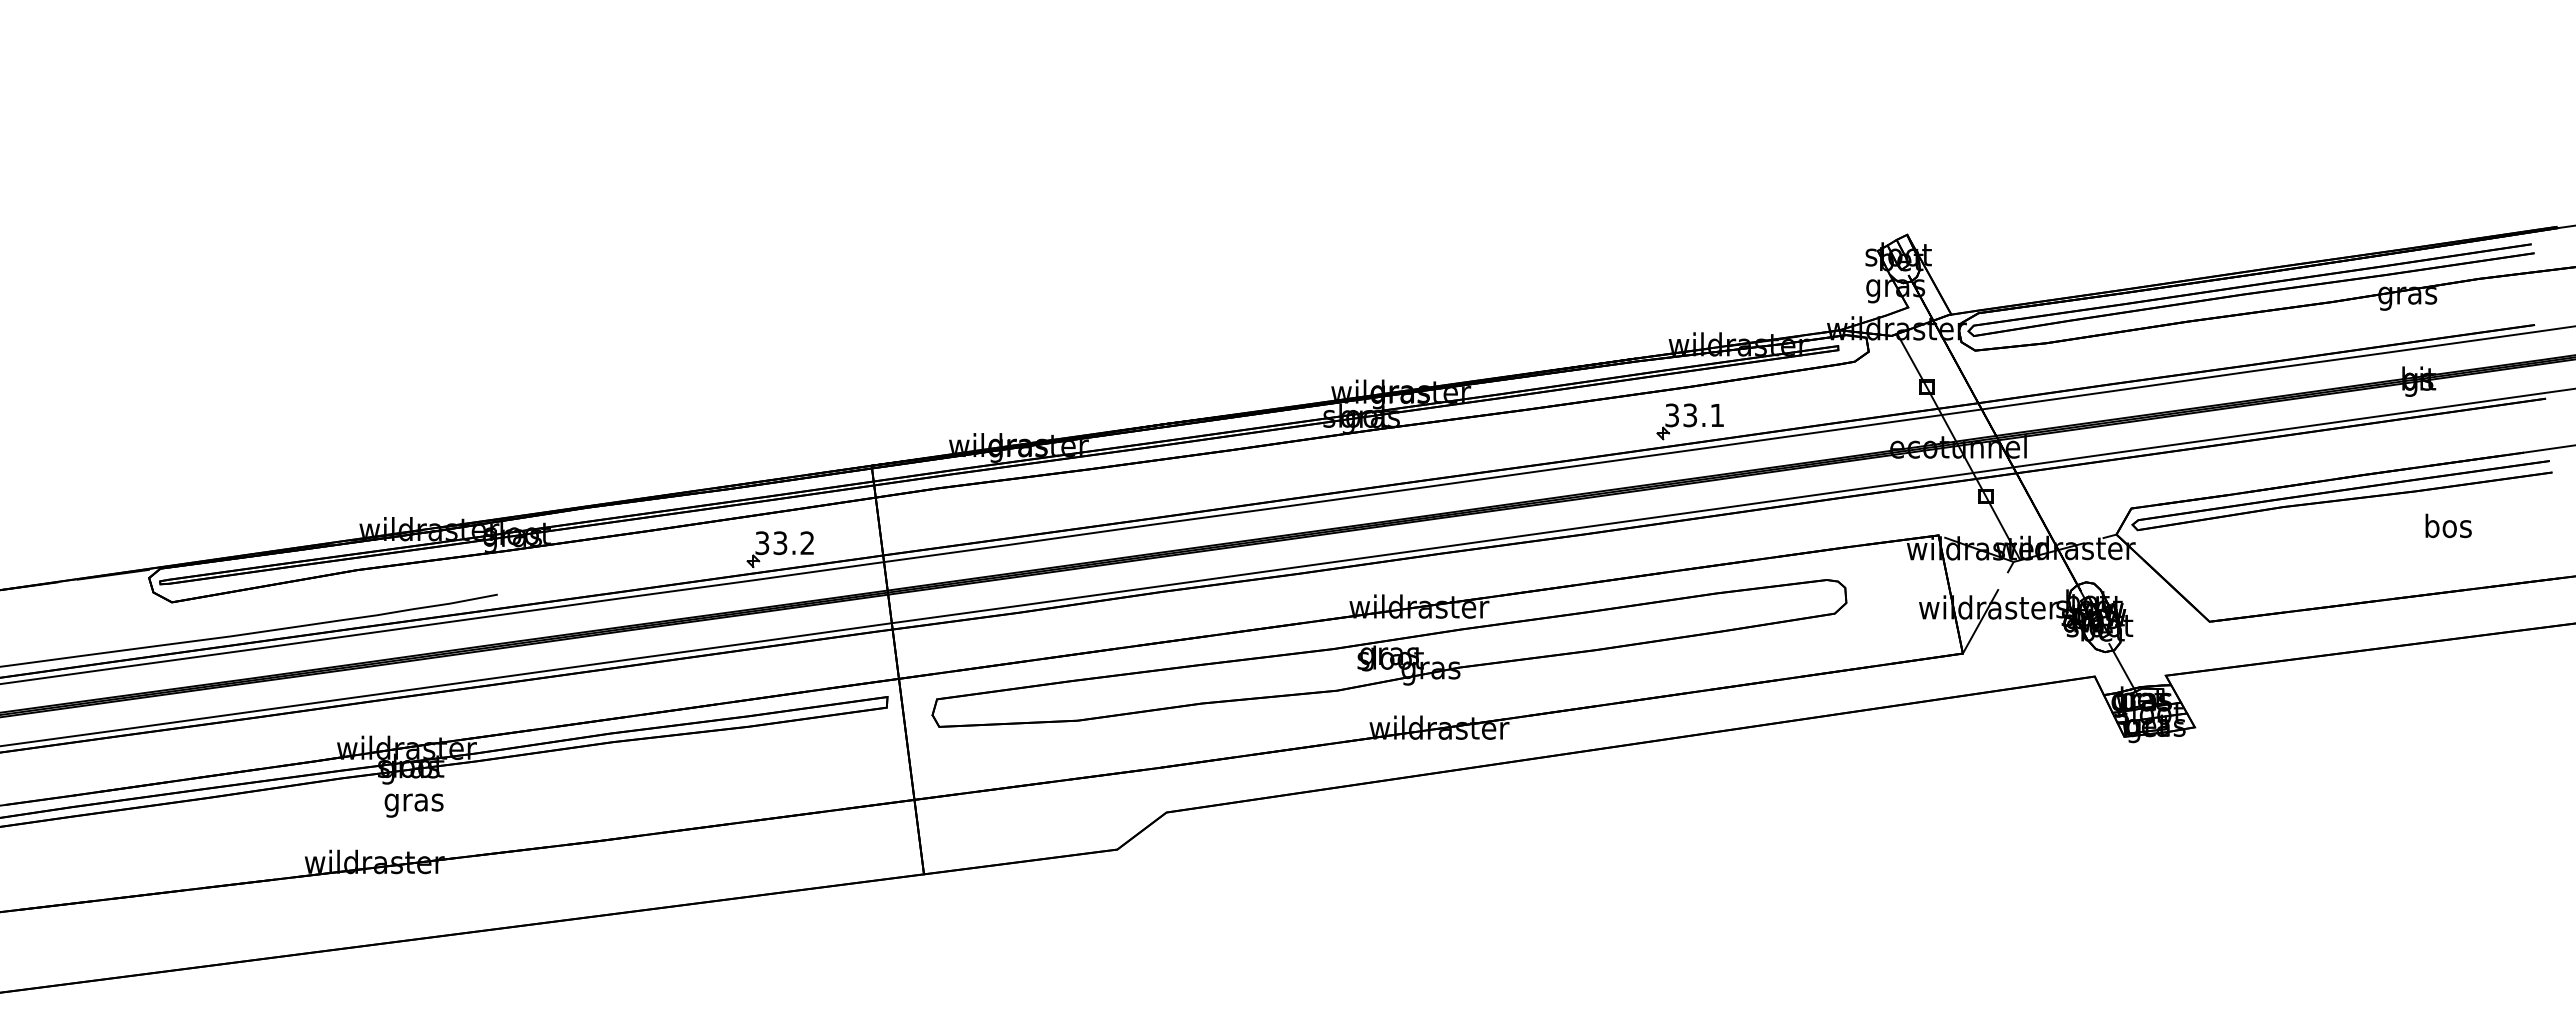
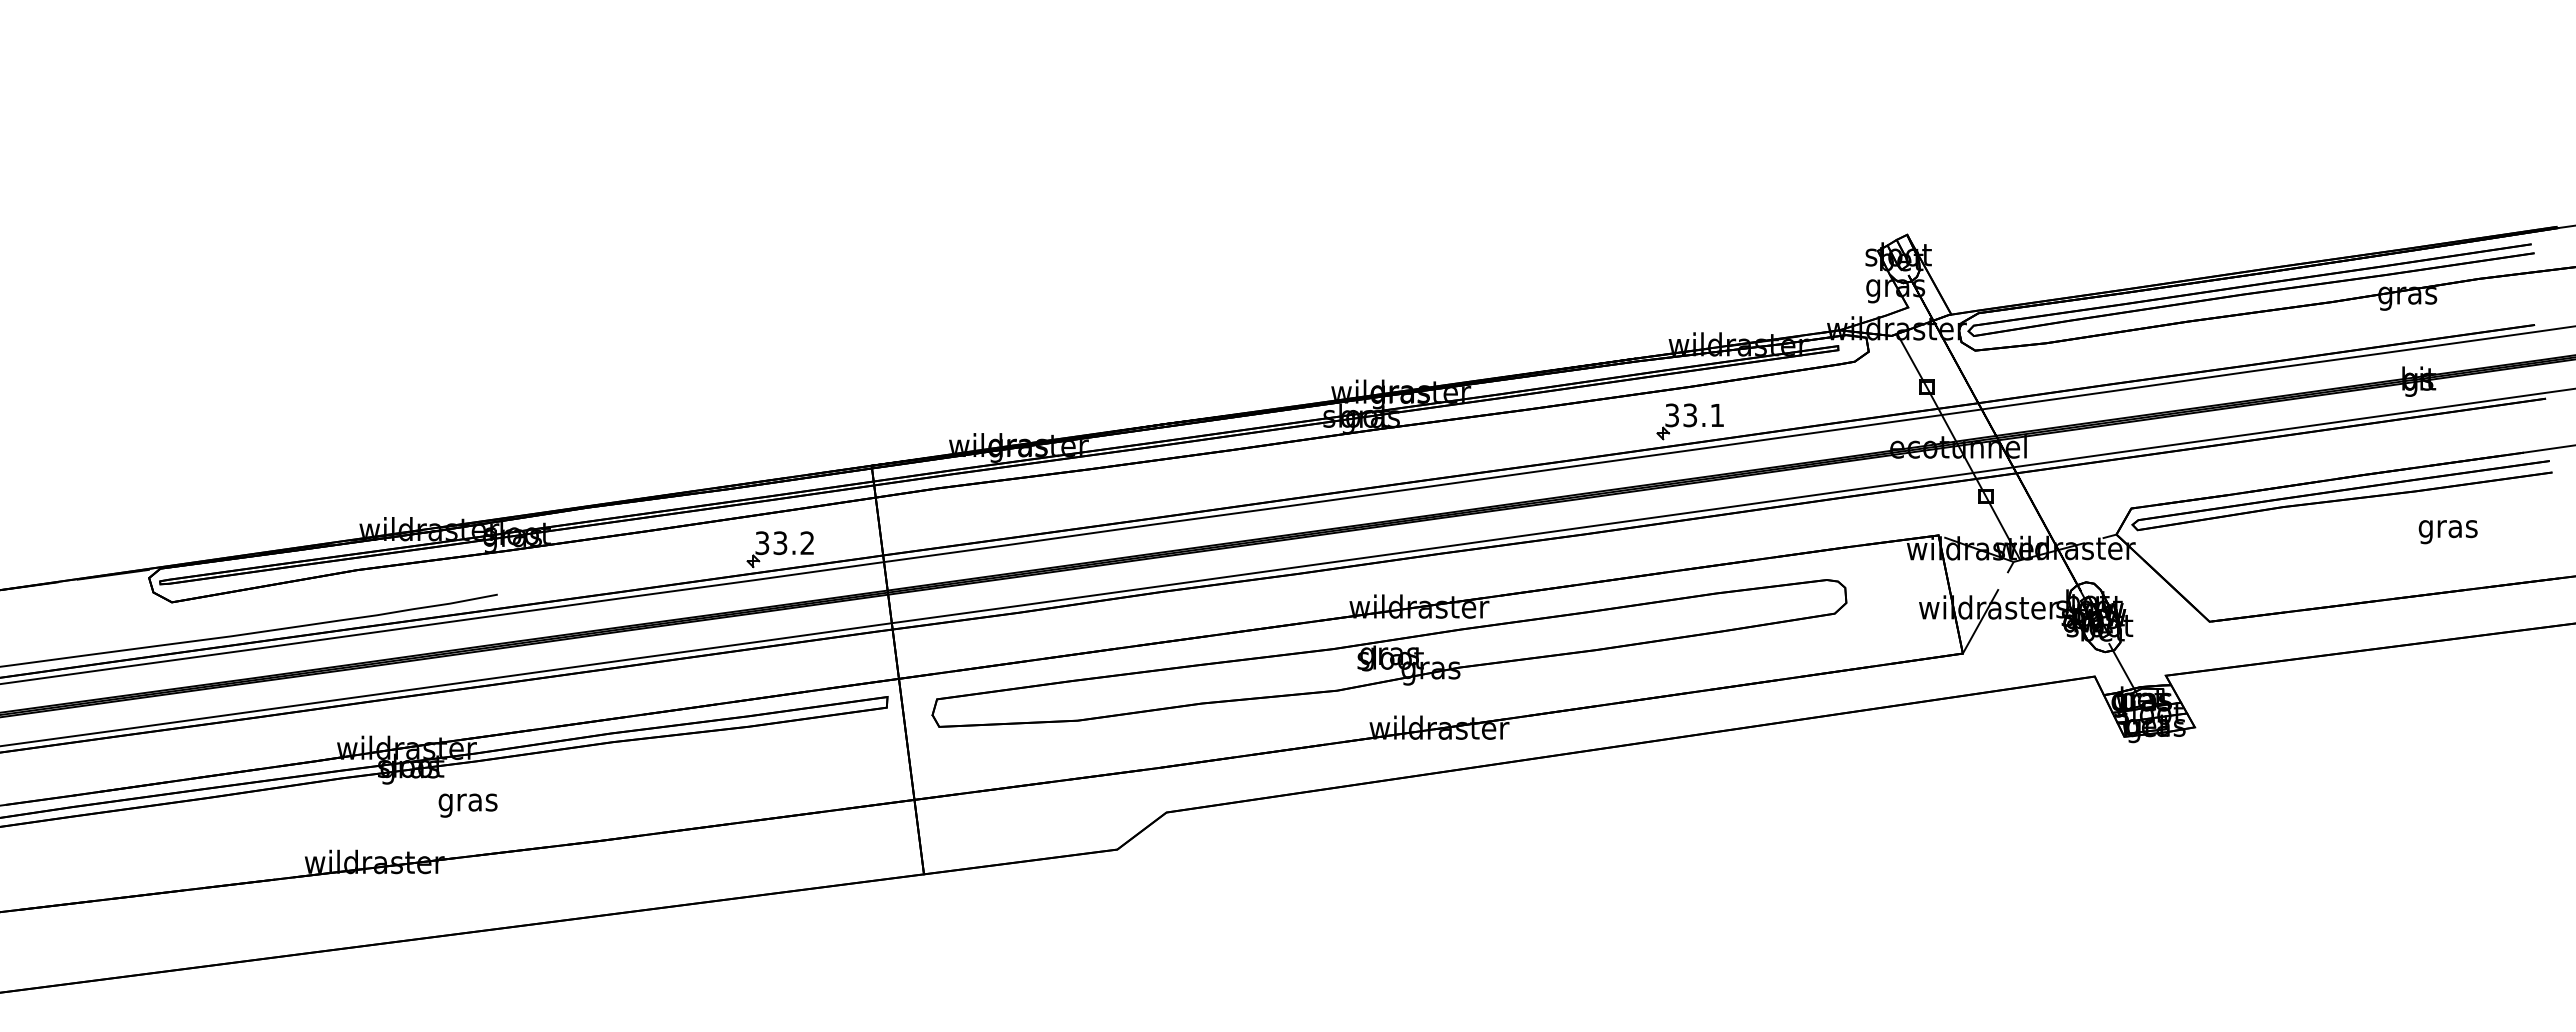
text at (2447, 528): bos -> gras
text at (413, 805) position: (413, 805) -> (467, 805)
